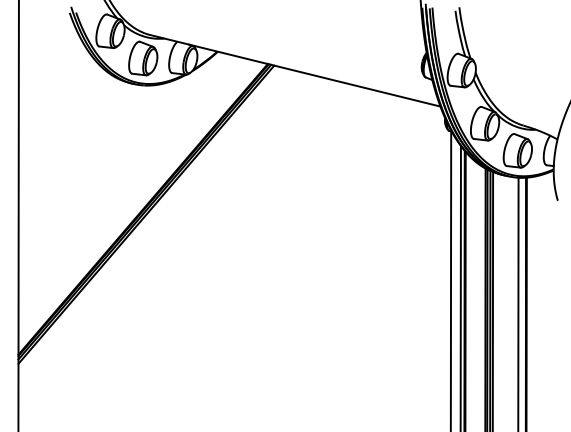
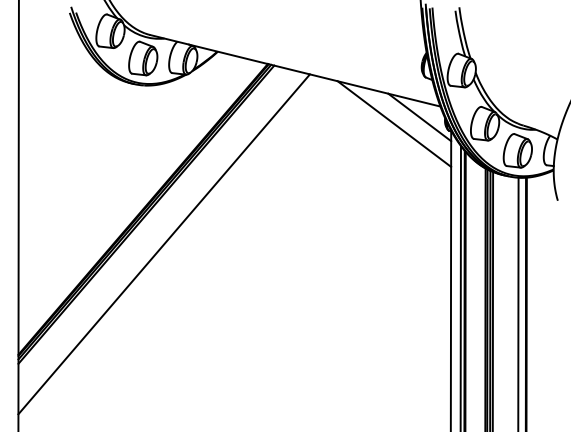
line at (419, 117): none -> present
line at (394, 123): none -> present
line at (163, 244): none -> present
